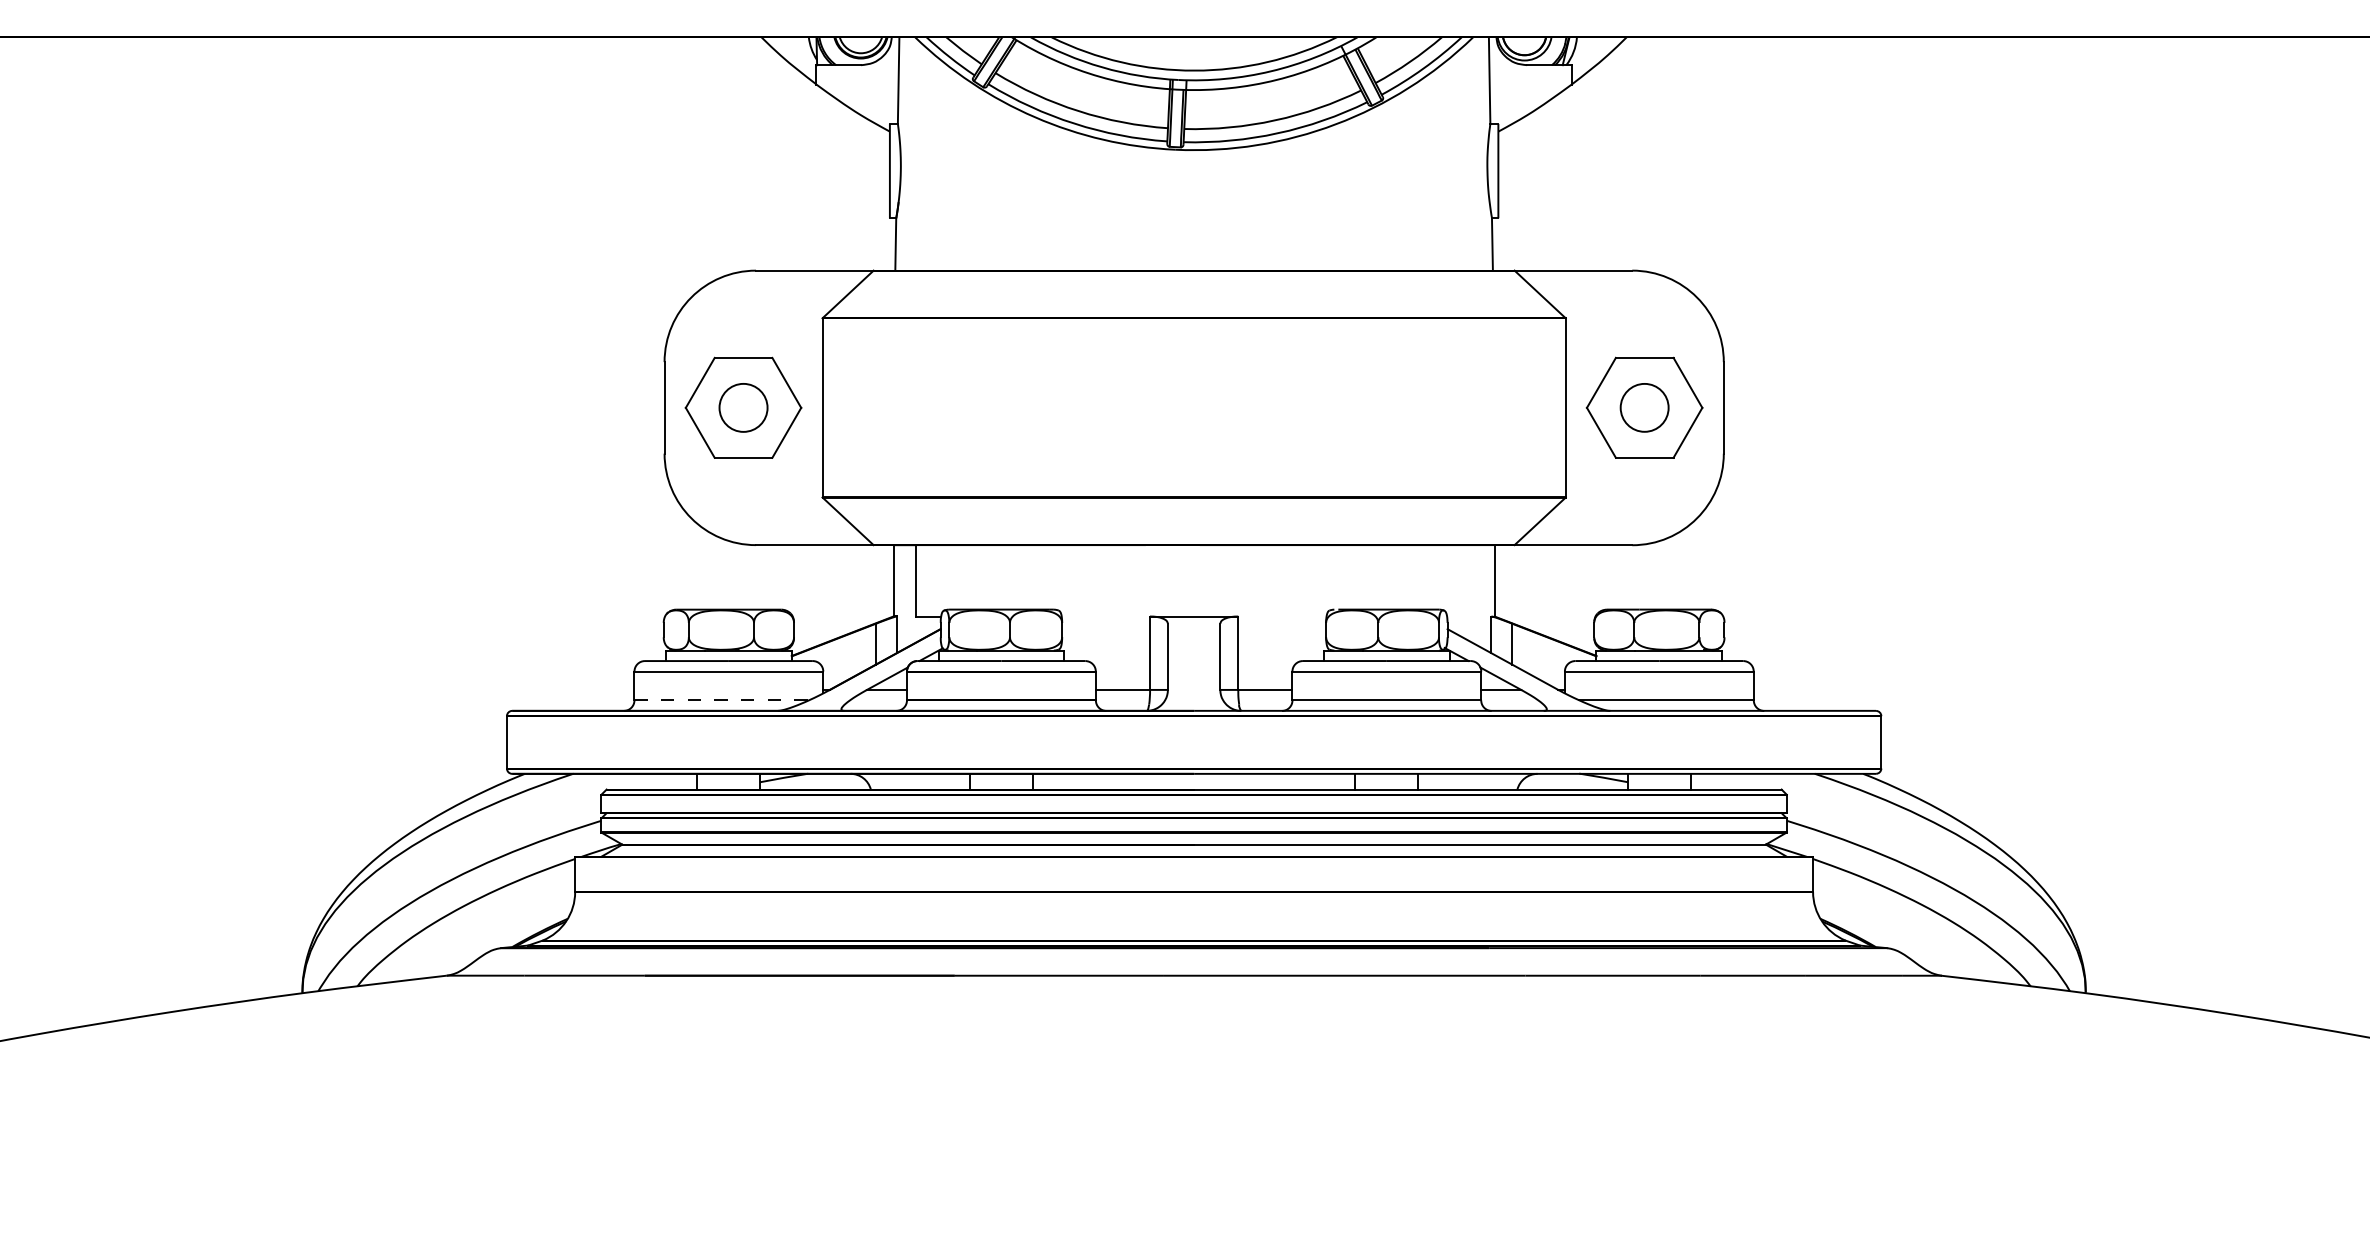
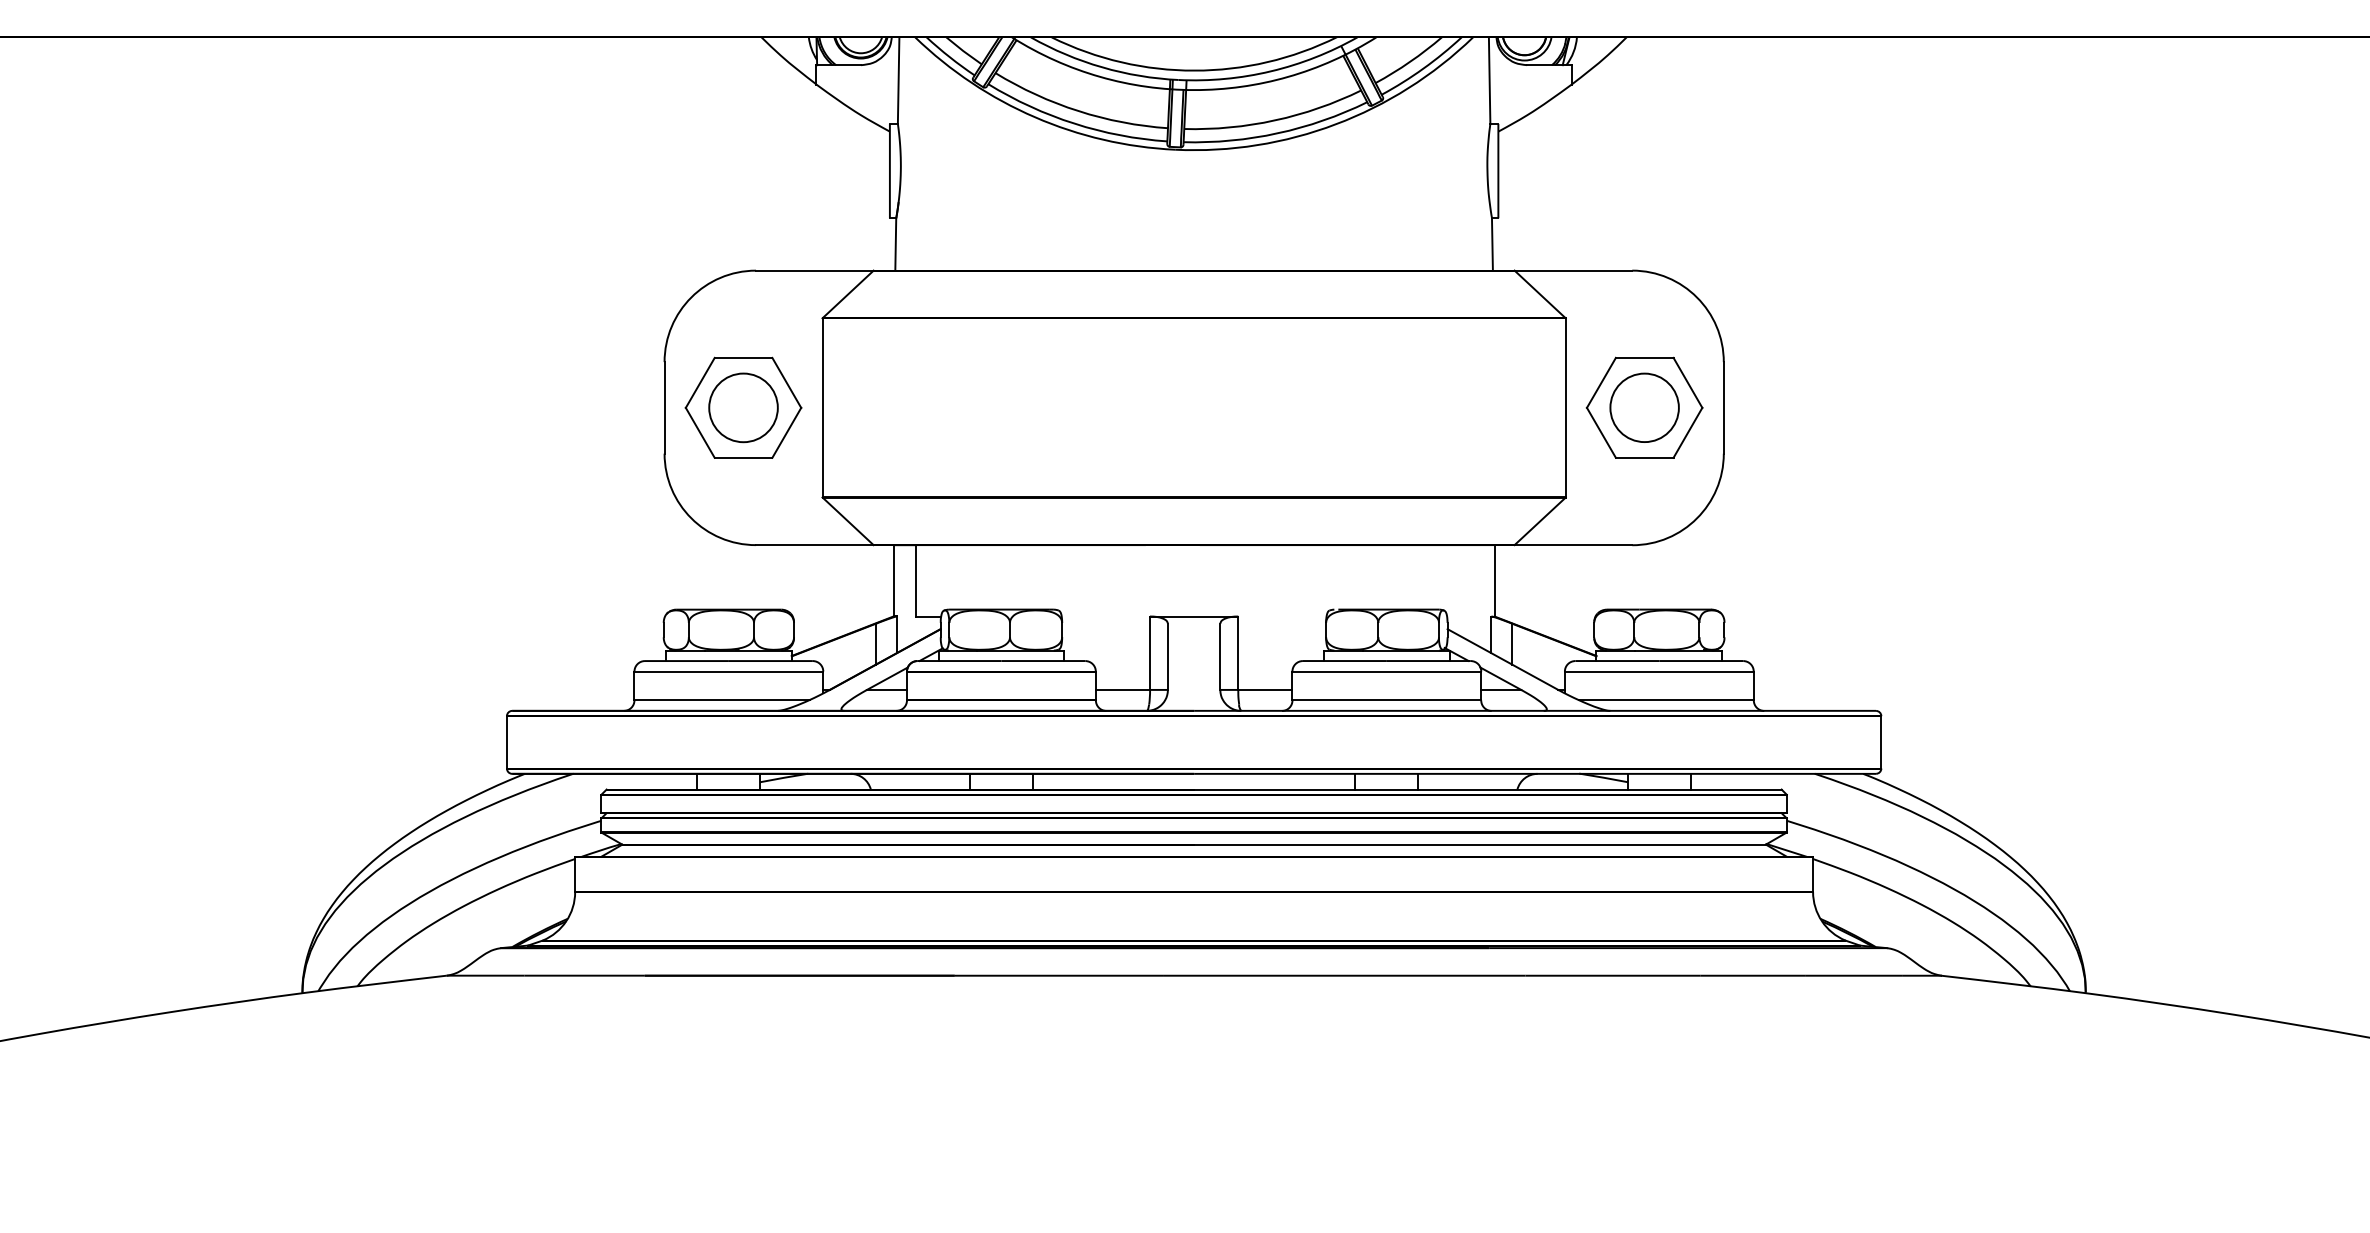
circle at (743, 407) diameter: 48 px -> 69 px
circle at (1644, 407) diameter: 48 px -> 68 px
line at (722, 700): dashed -> solid
